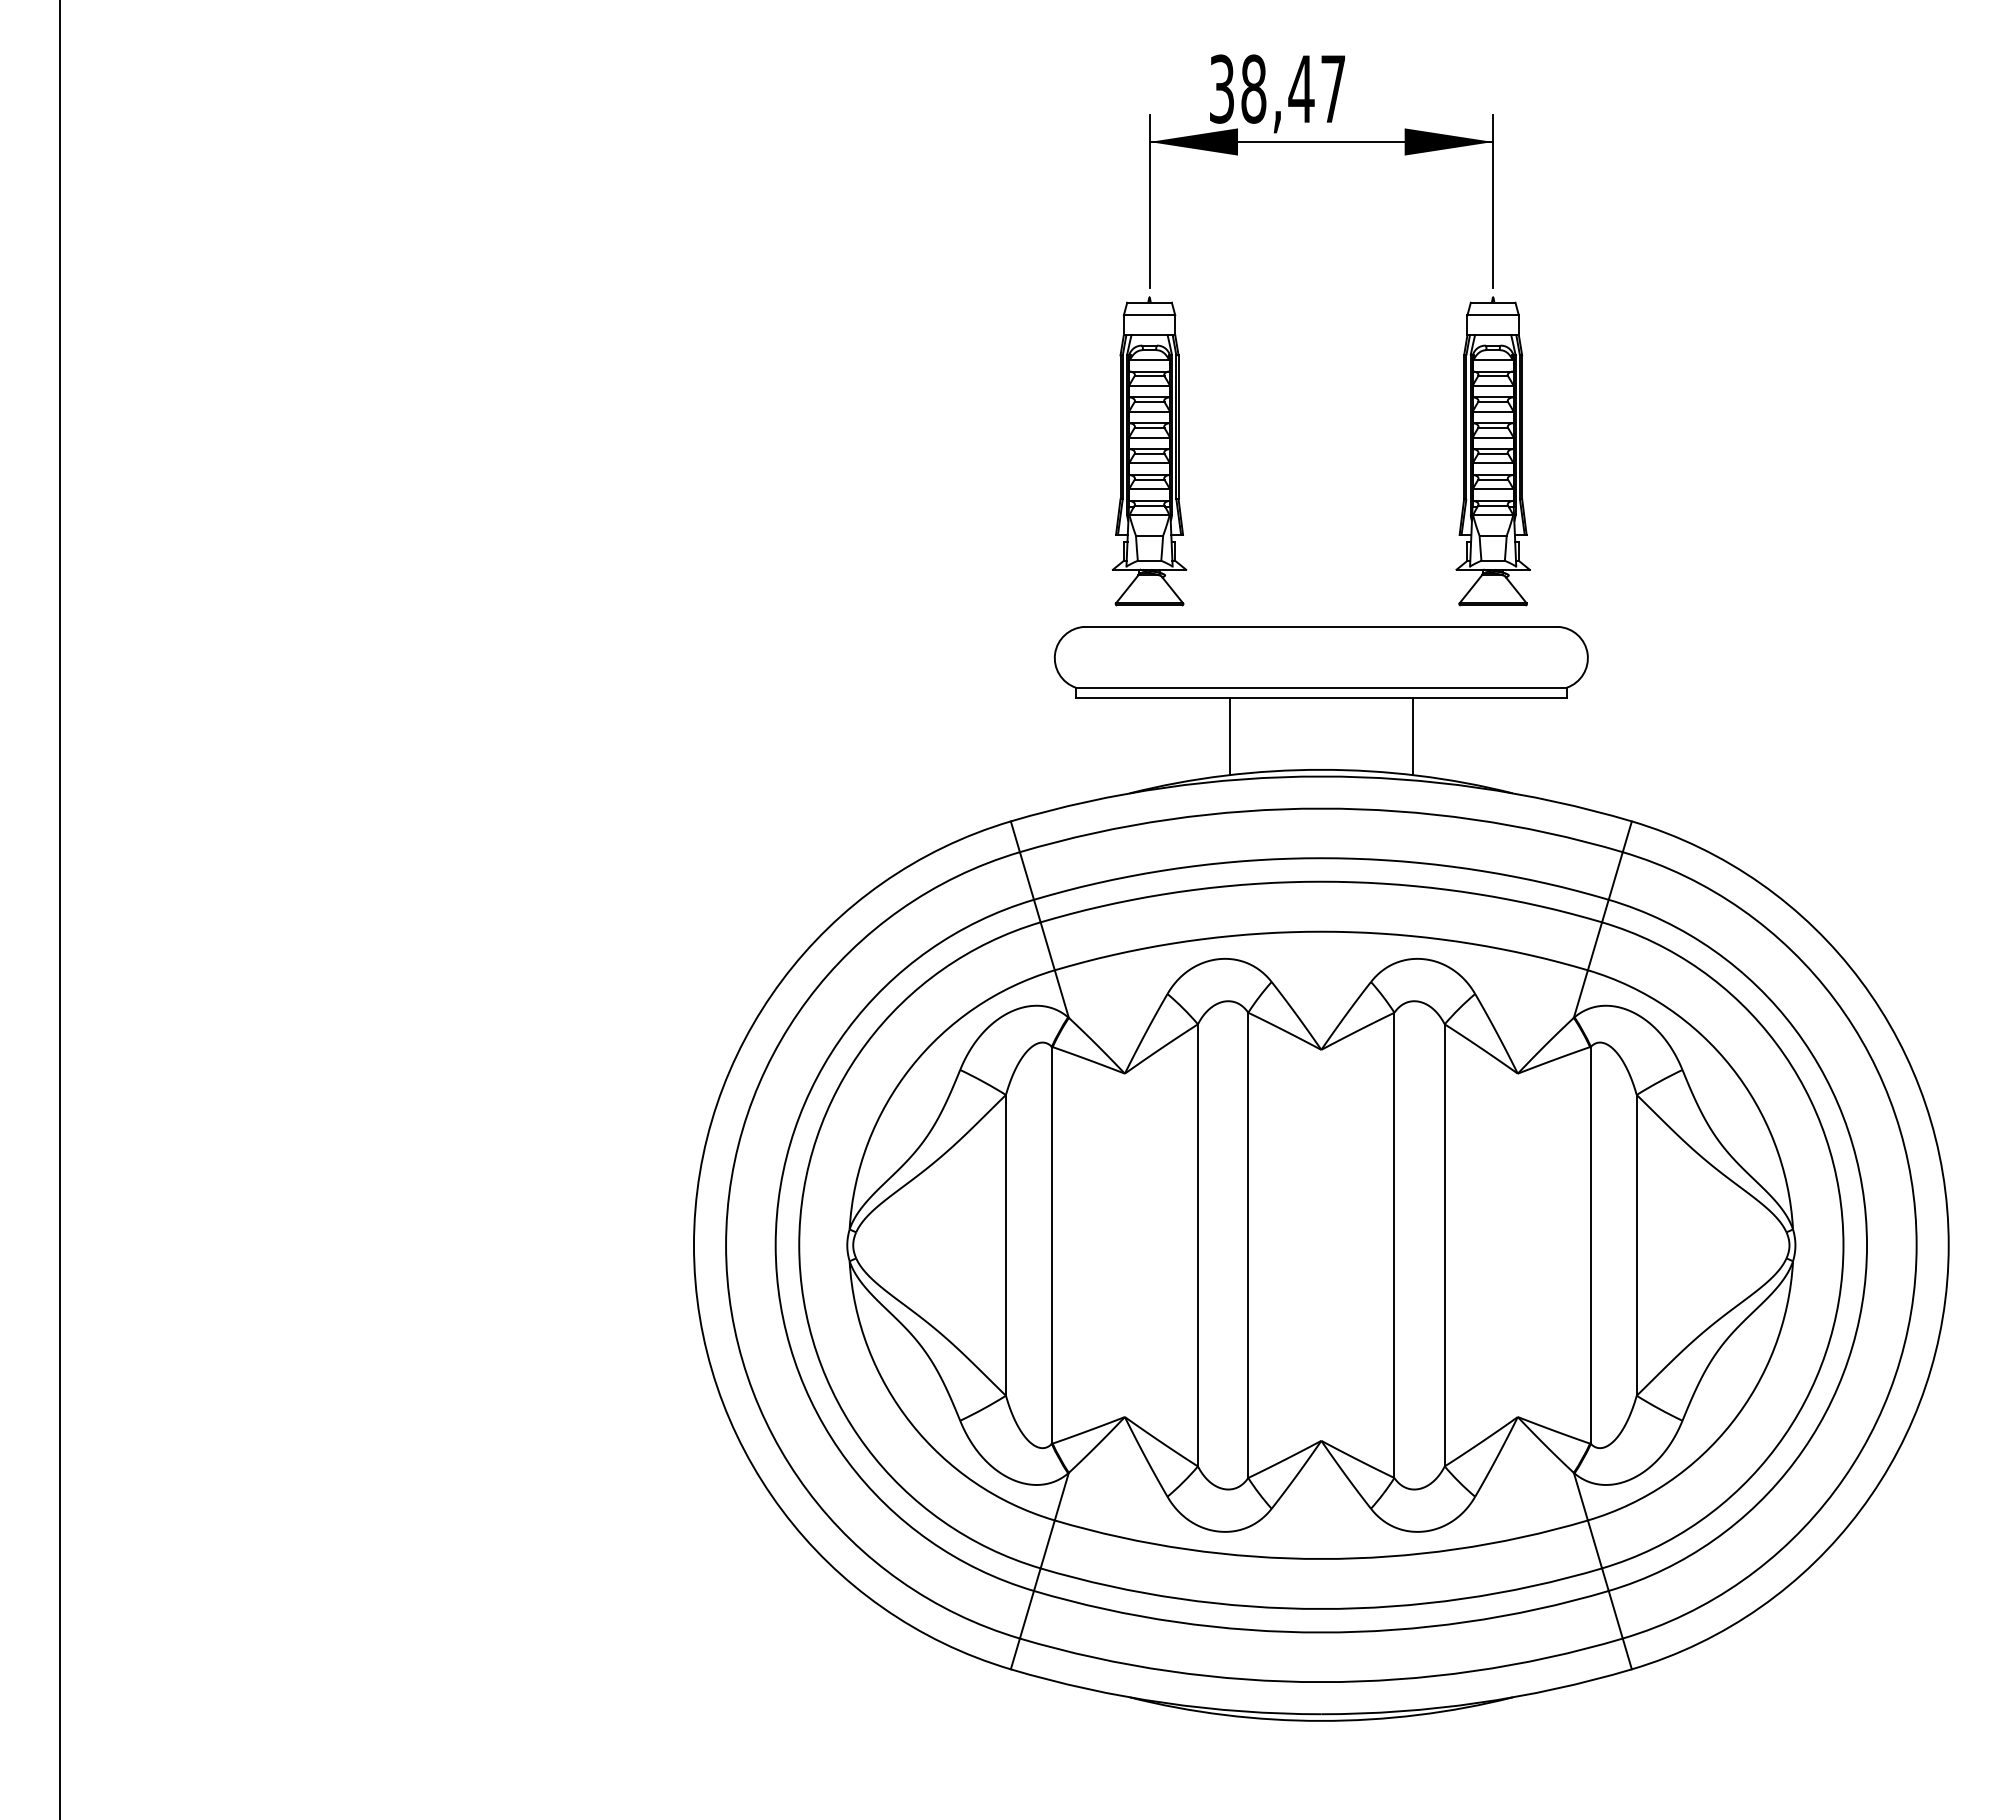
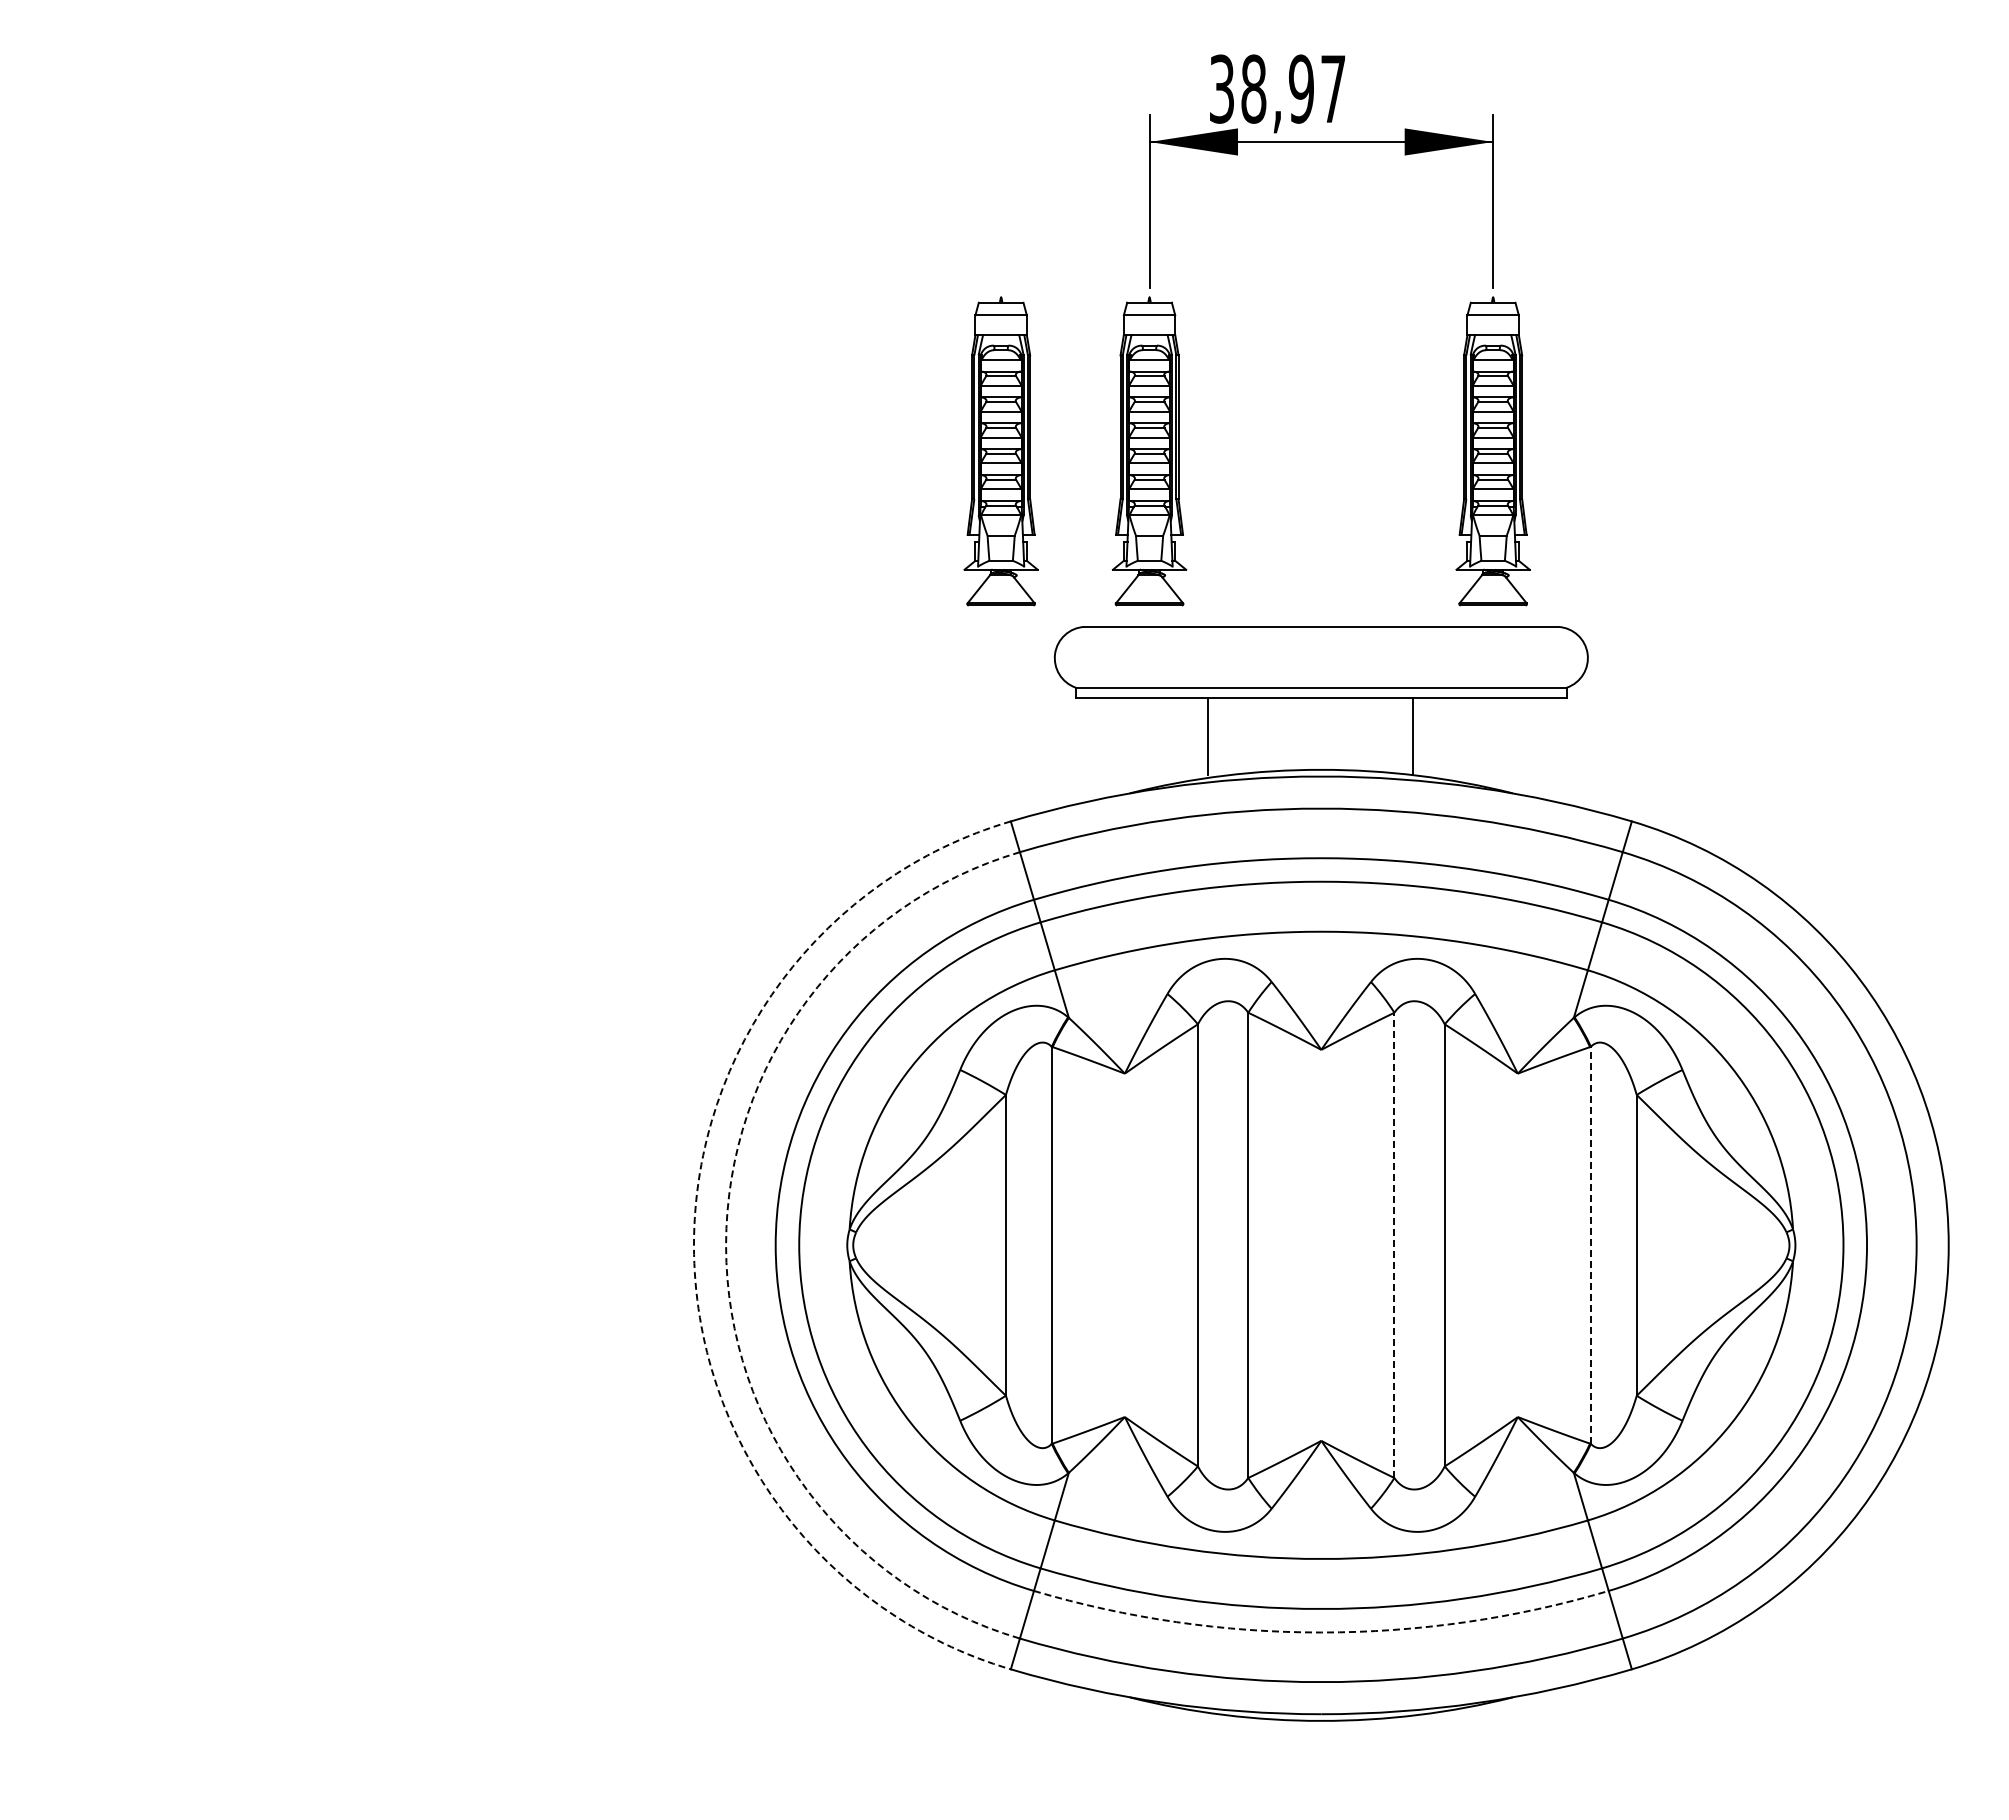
text at (1301, 88): 38,47 -> 38,97
part at (1000, 451): none -> present
line at (1229, 736) position: (1229, 736) -> (1207, 736)
line at (60, 909): present -> none
arc at (693, 1245): solid -> dashed
arc at (726, 1245): solid -> dashed
line at (1394, 1245): solid -> dashed
line at (1590, 1245): solid -> dashed
arc at (1321, 1632): solid -> dashed
